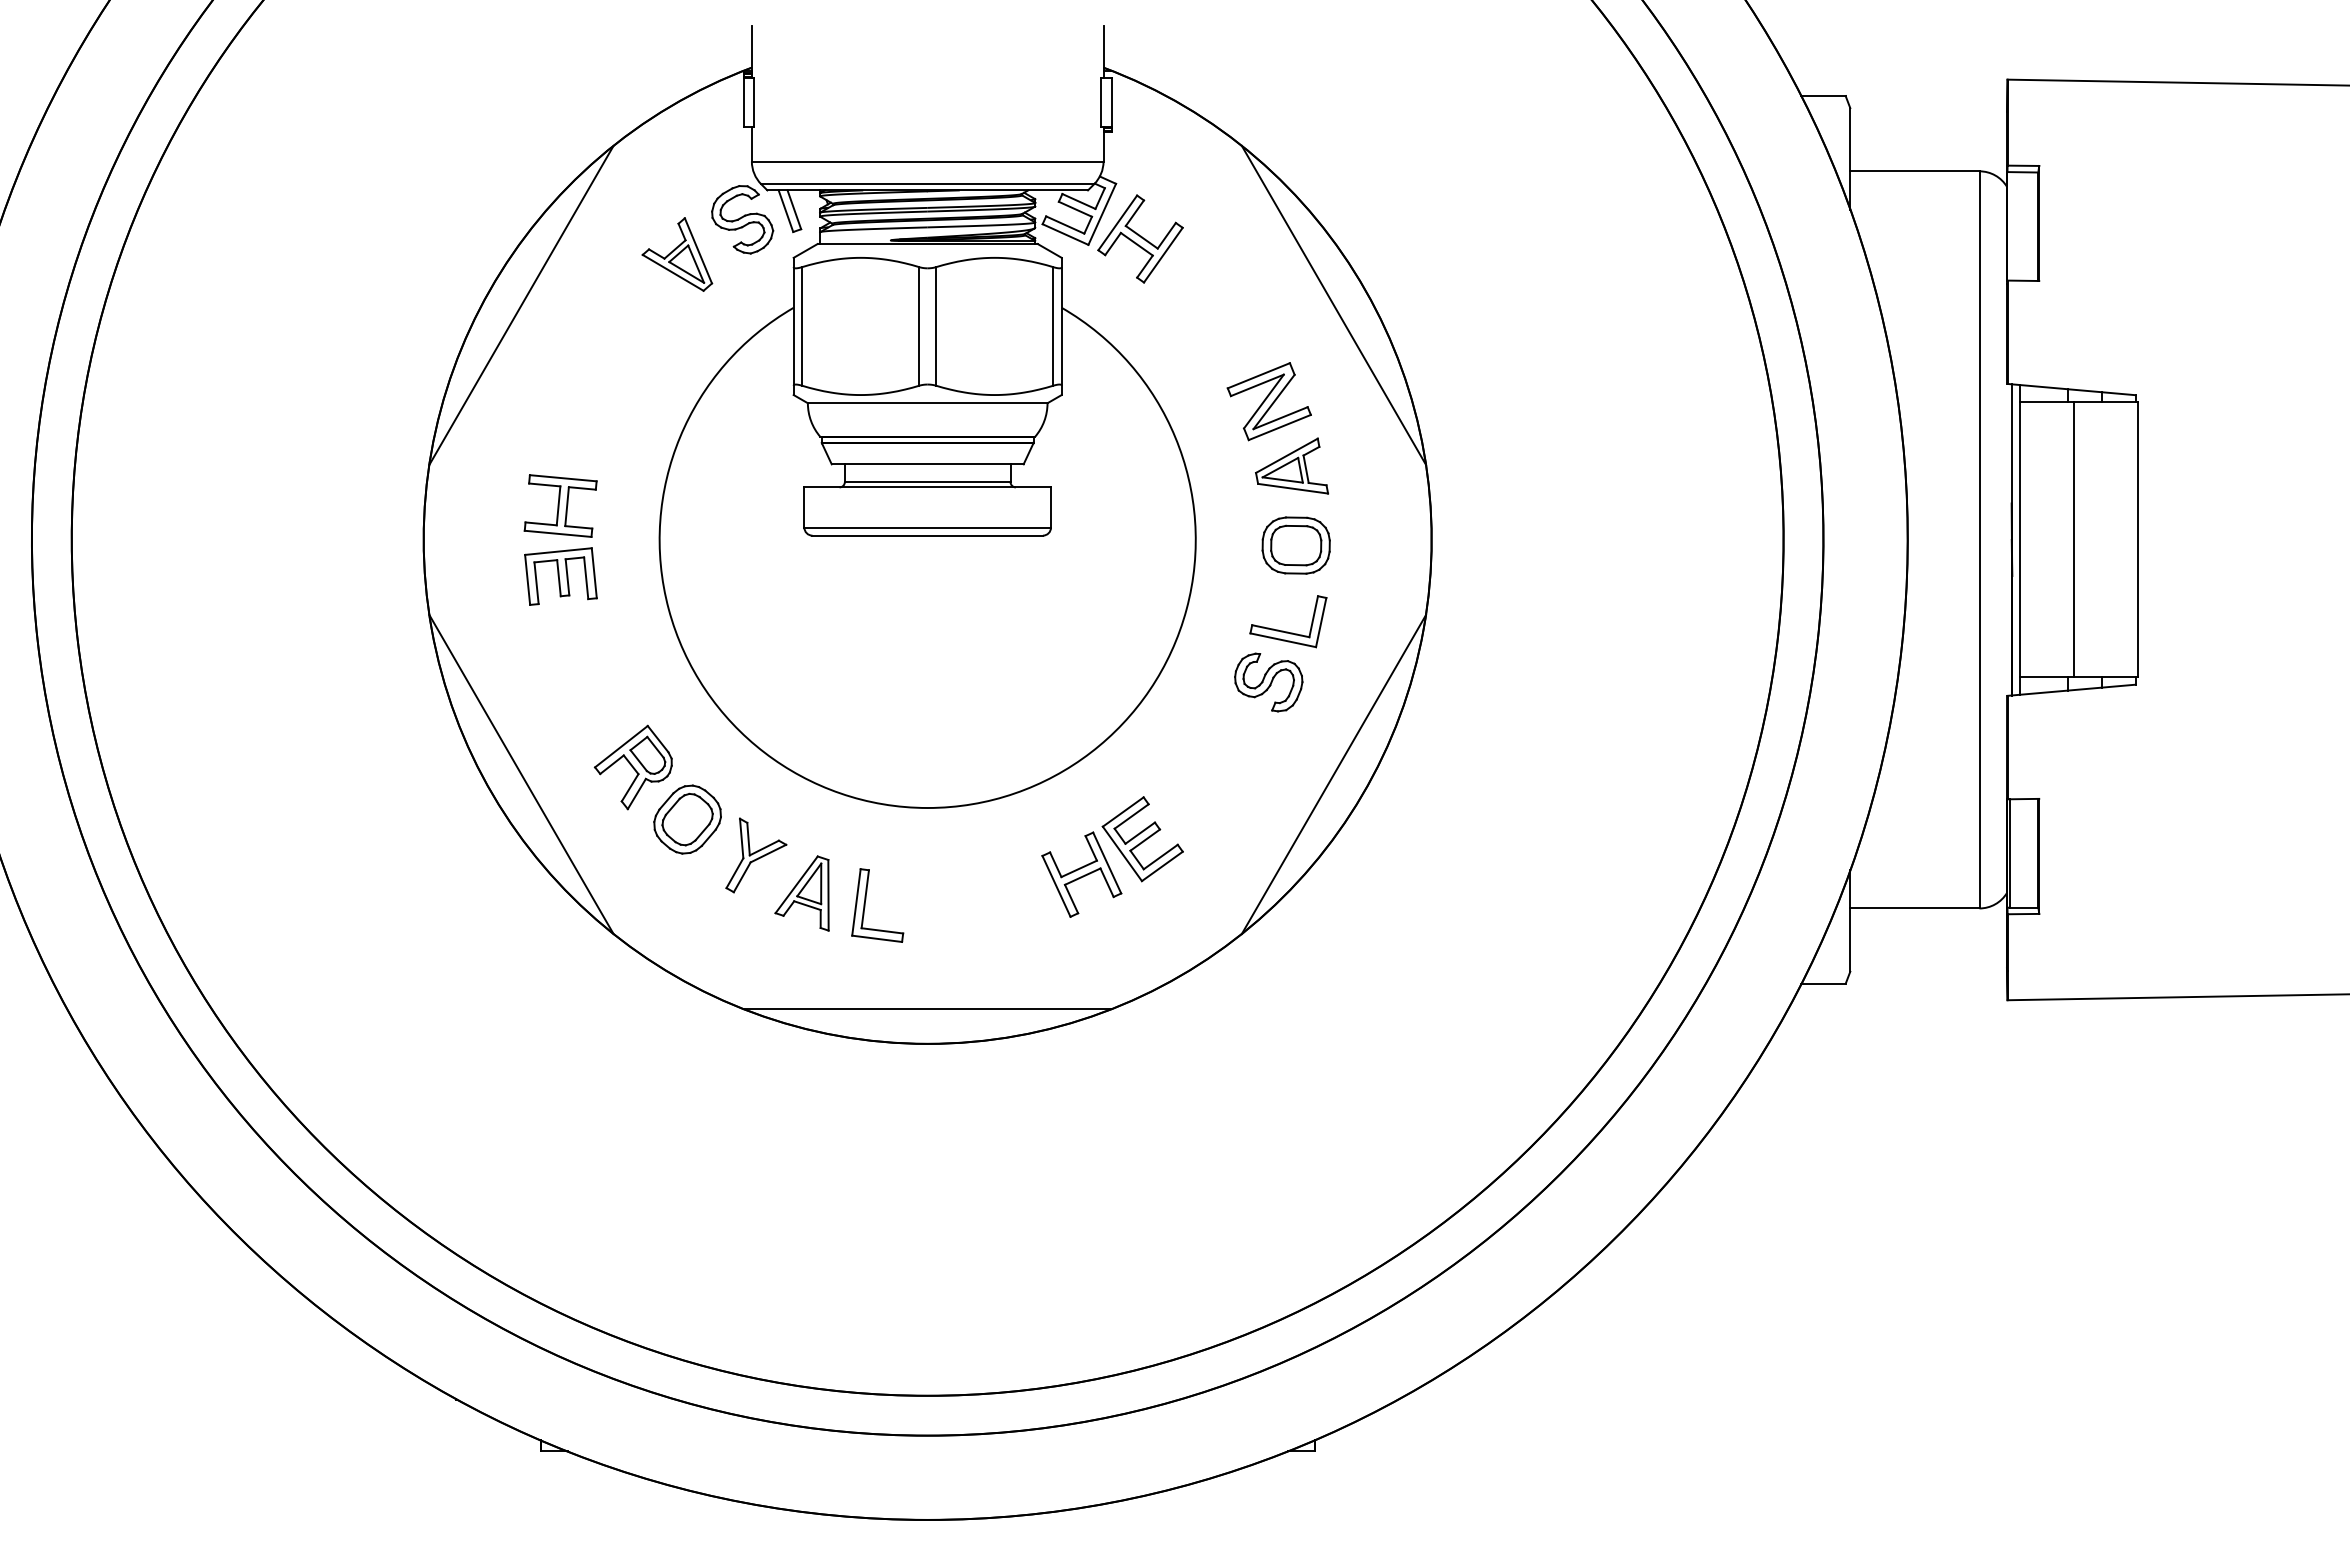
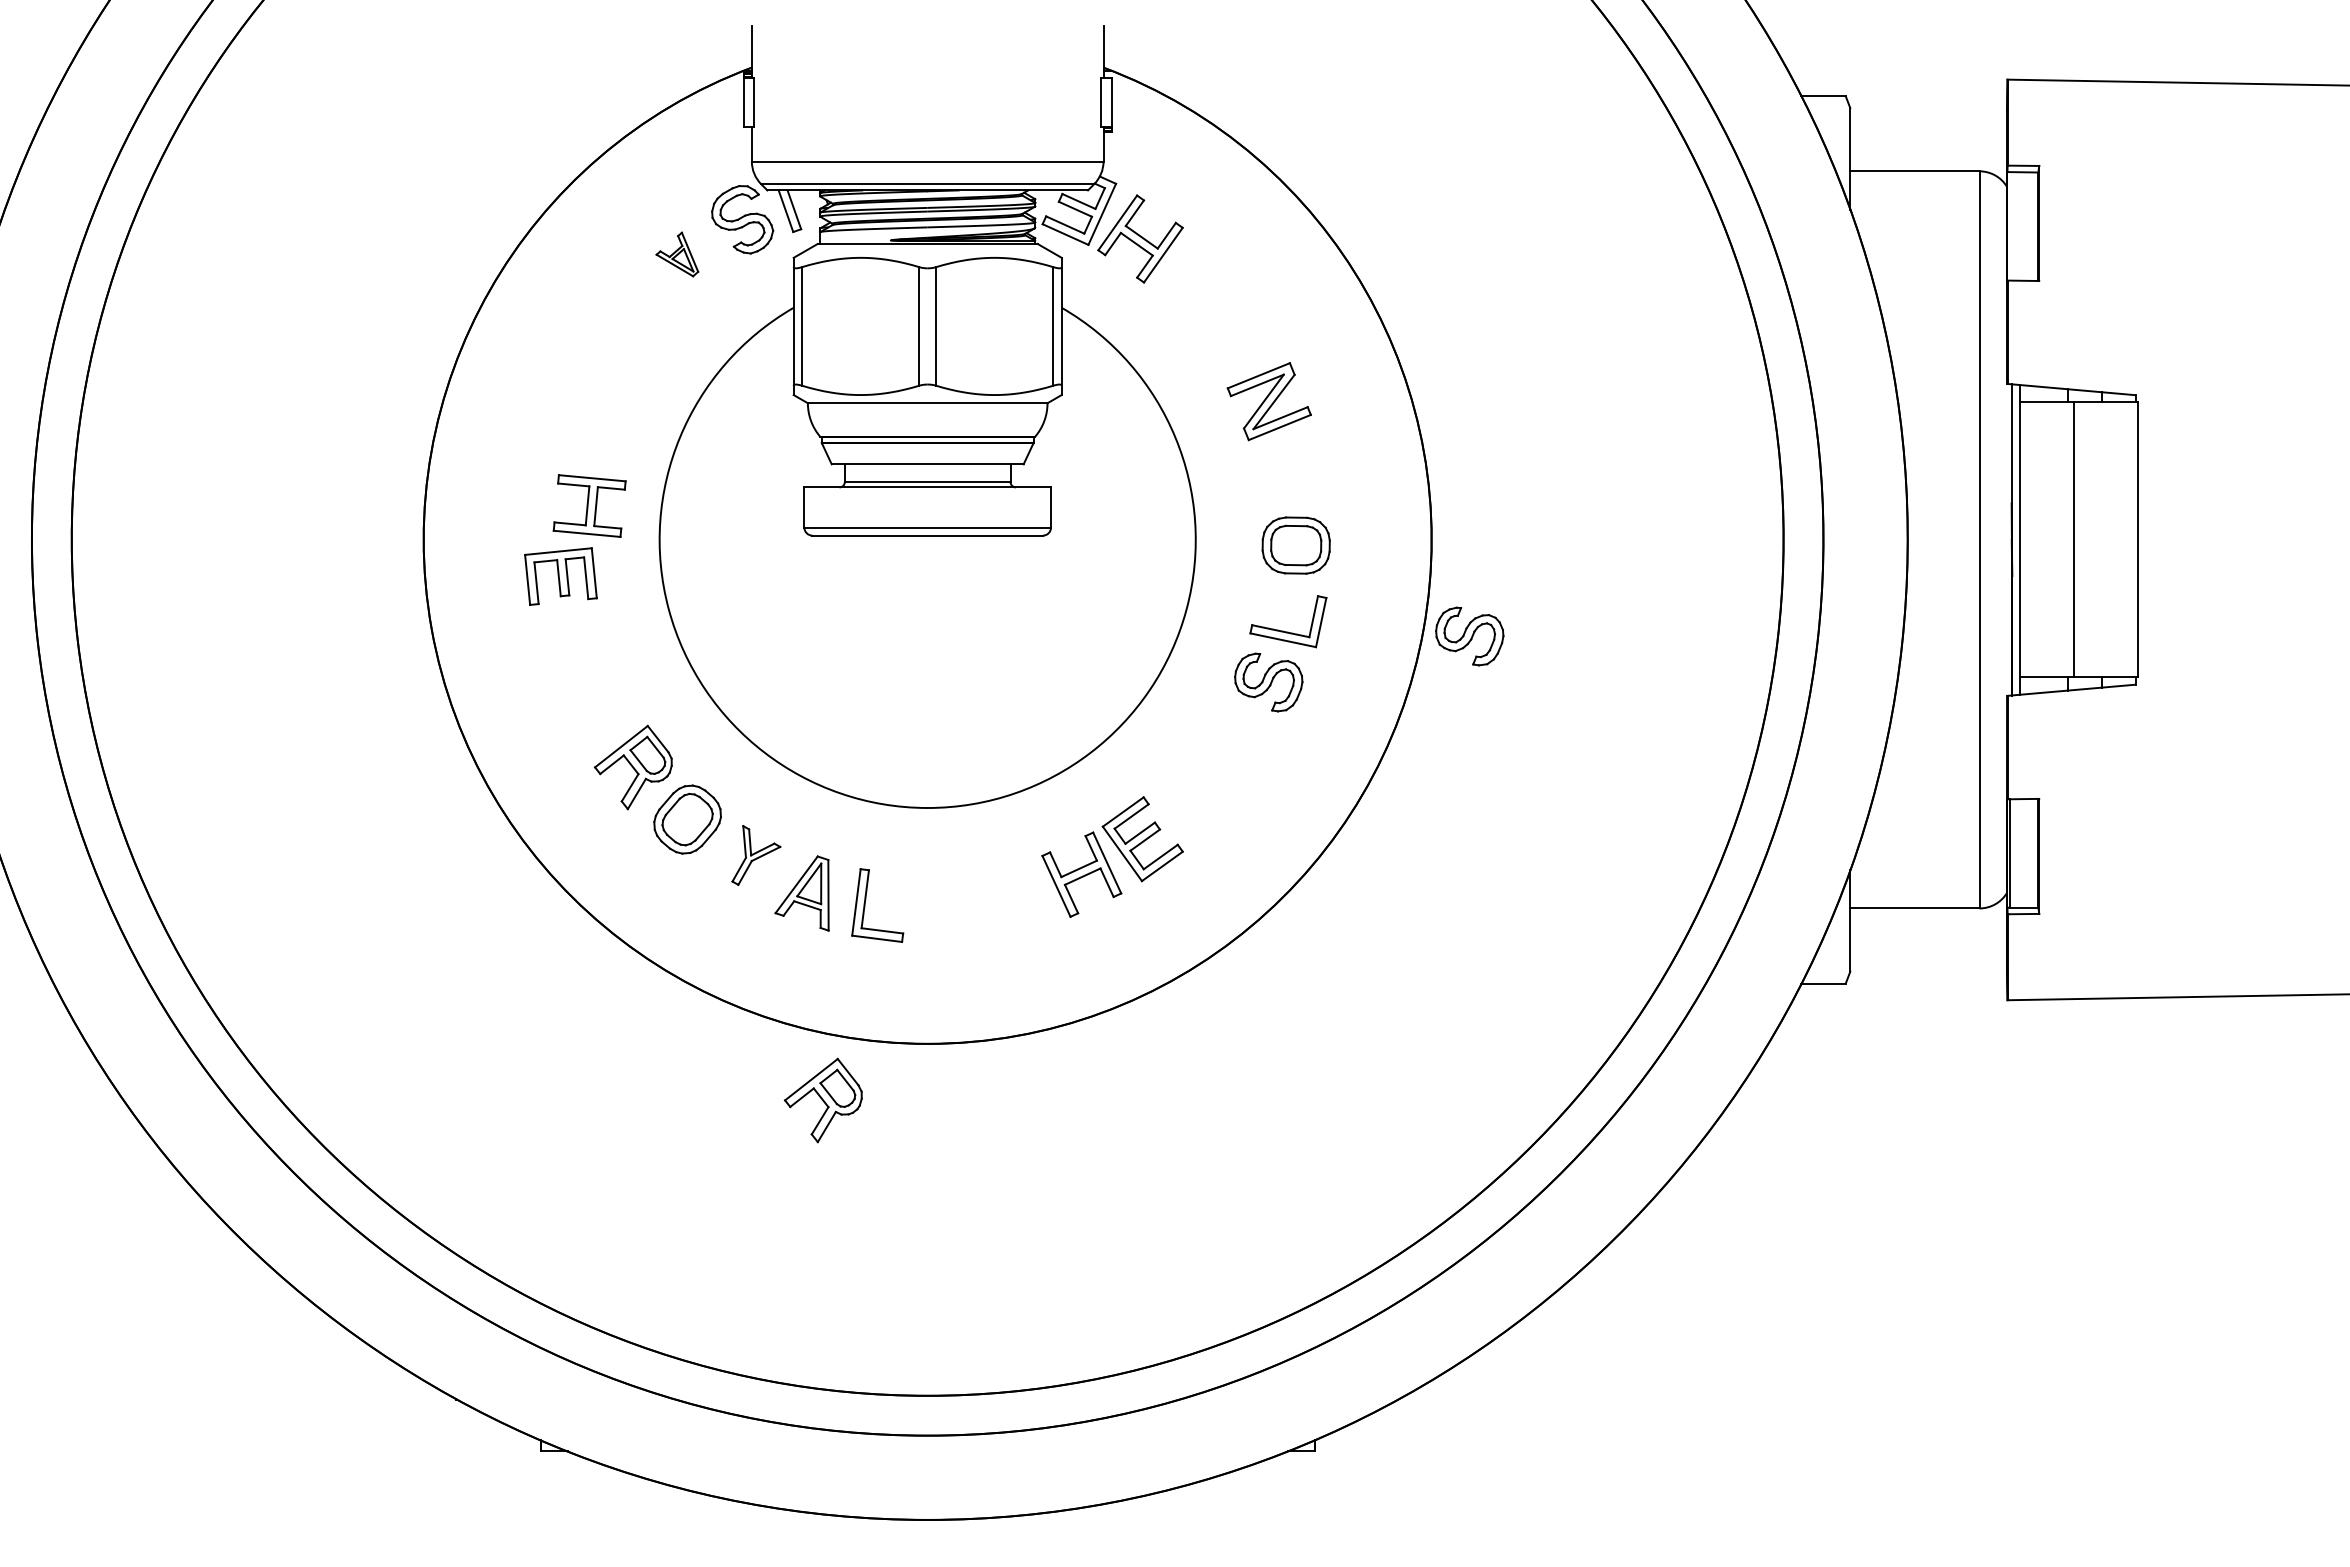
part at (677, 254) size: 73x75 px -> 45x47 px
line at (521, 304): present -> none
line at (1333, 304): present -> none
part at (1292, 465): present -> none
part at (560, 505) position: (560, 505) -> (589, 505)
part at (1469, 636): none -> present
line at (521, 774): present -> none
line at (1333, 774): present -> none
part at (756, 855) size: 63x77 px -> 51x61 px
line at (927, 1009): present -> none
part at (822, 1100): none -> present
